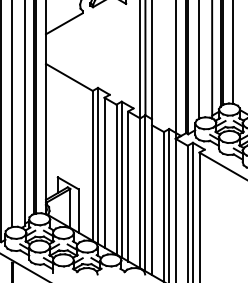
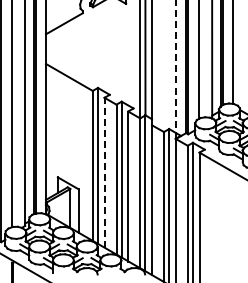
line at (175, 69): solid -> dashed
line at (104, 172): solid -> dashed
